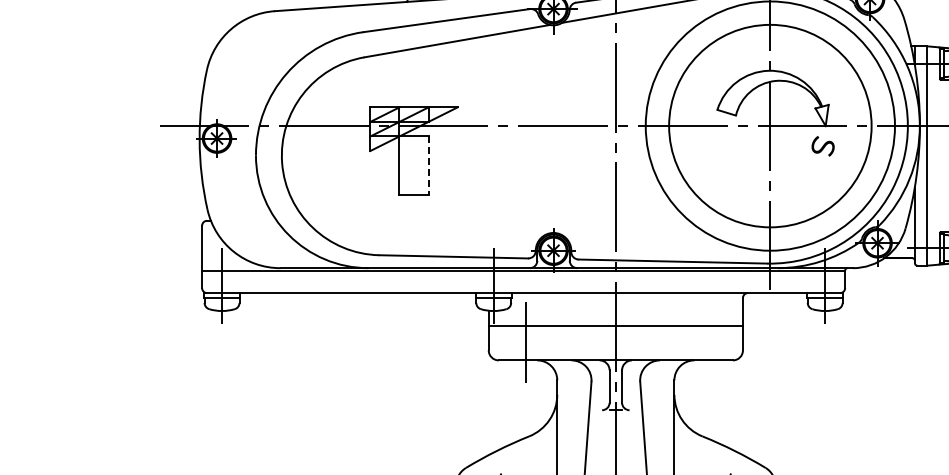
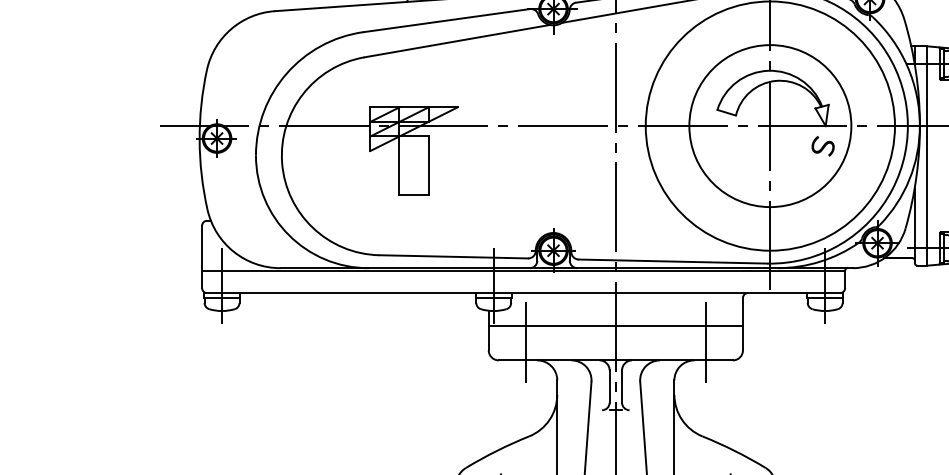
circle at (770, 125) diameter: 203 px -> 162 px
line at (428, 166): dashed -> solid
line at (705, 342): none -> present
